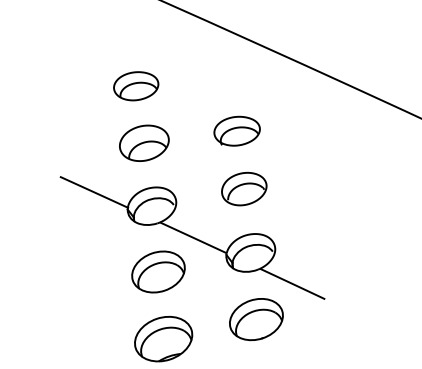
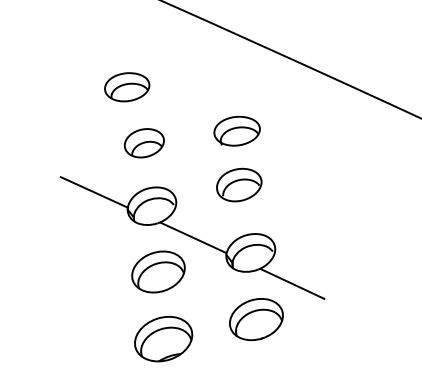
part at (136, 86) position: (136, 86) -> (127, 87)
part at (144, 142) size: 51x38 px -> 42x31 px
part at (244, 188) position: (244, 188) -> (239, 184)
